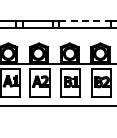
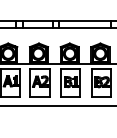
line at (85, 20): dashed -> solid
